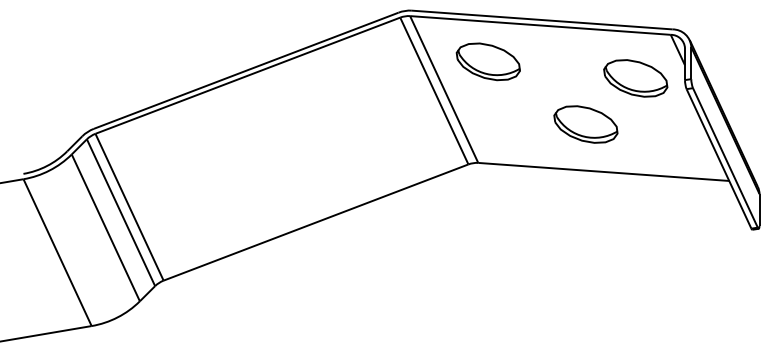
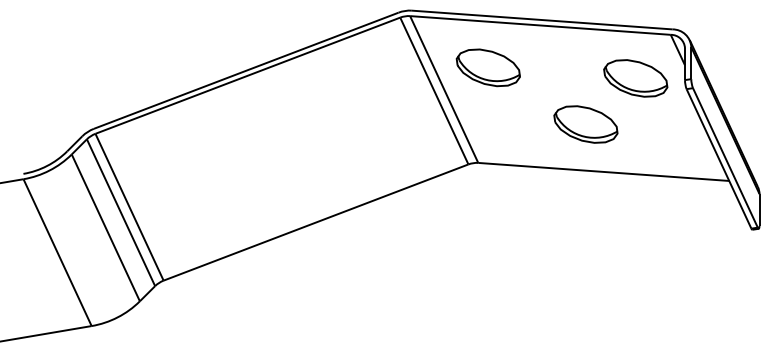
part at (487, 61) position: (487, 61) -> (487, 67)
